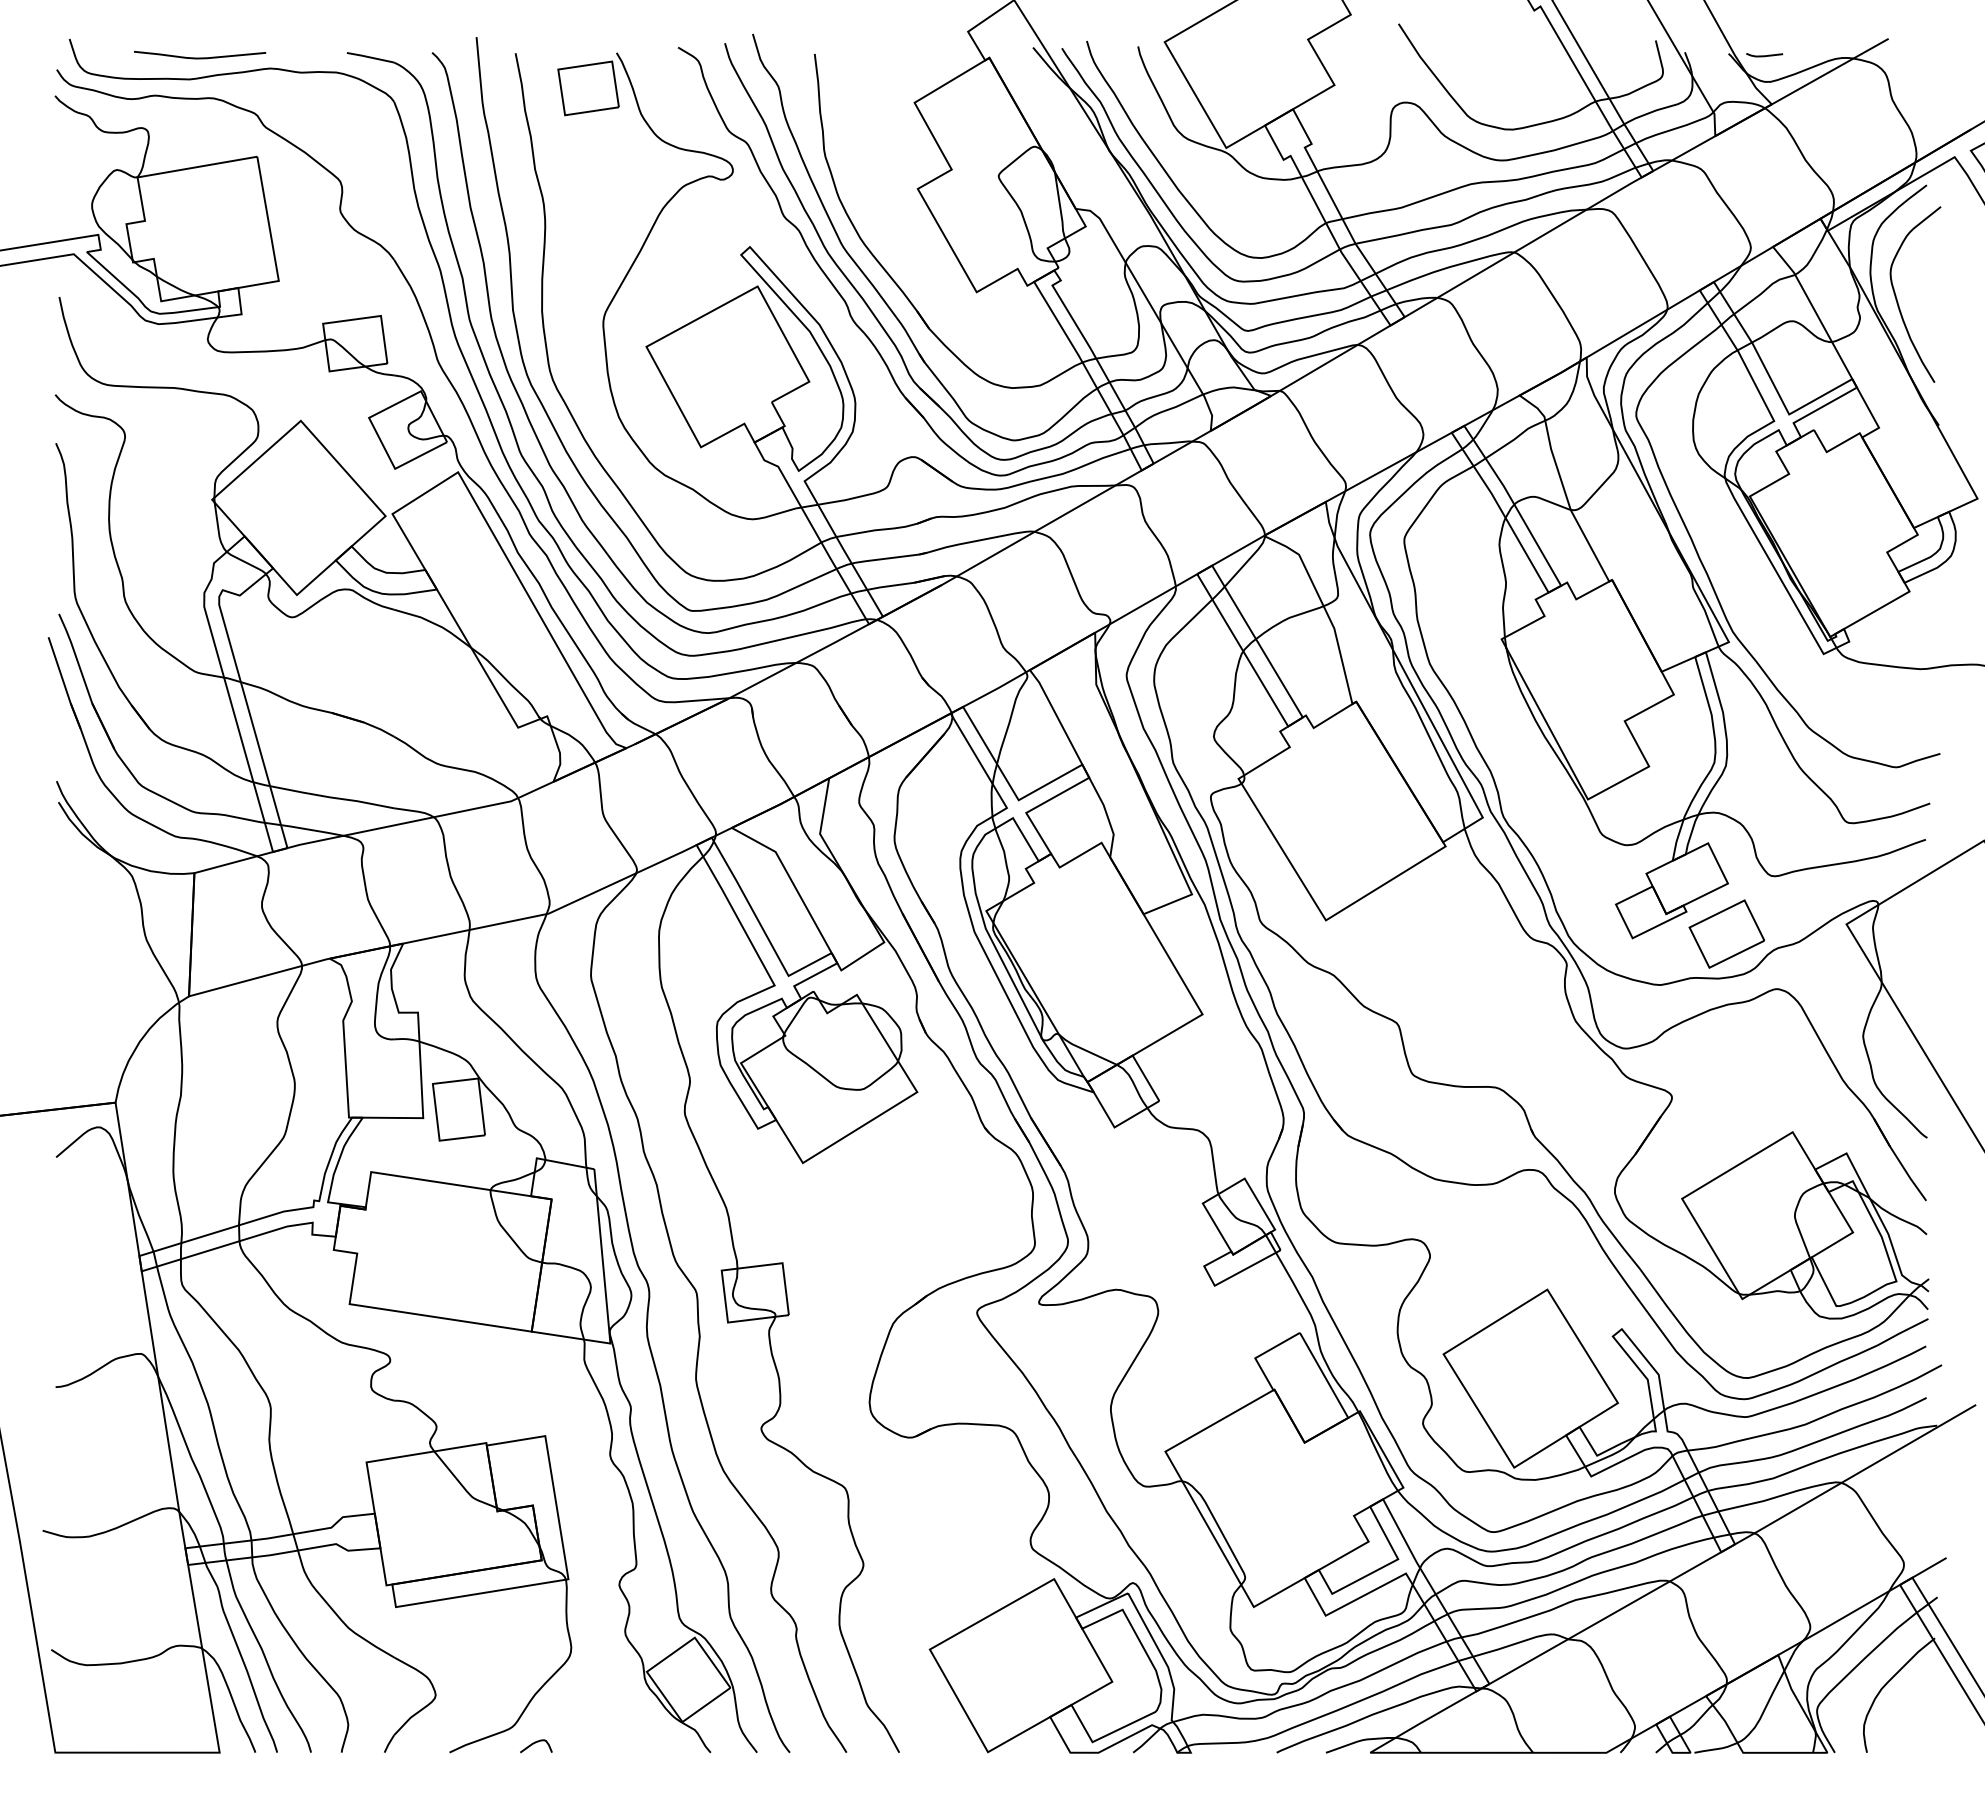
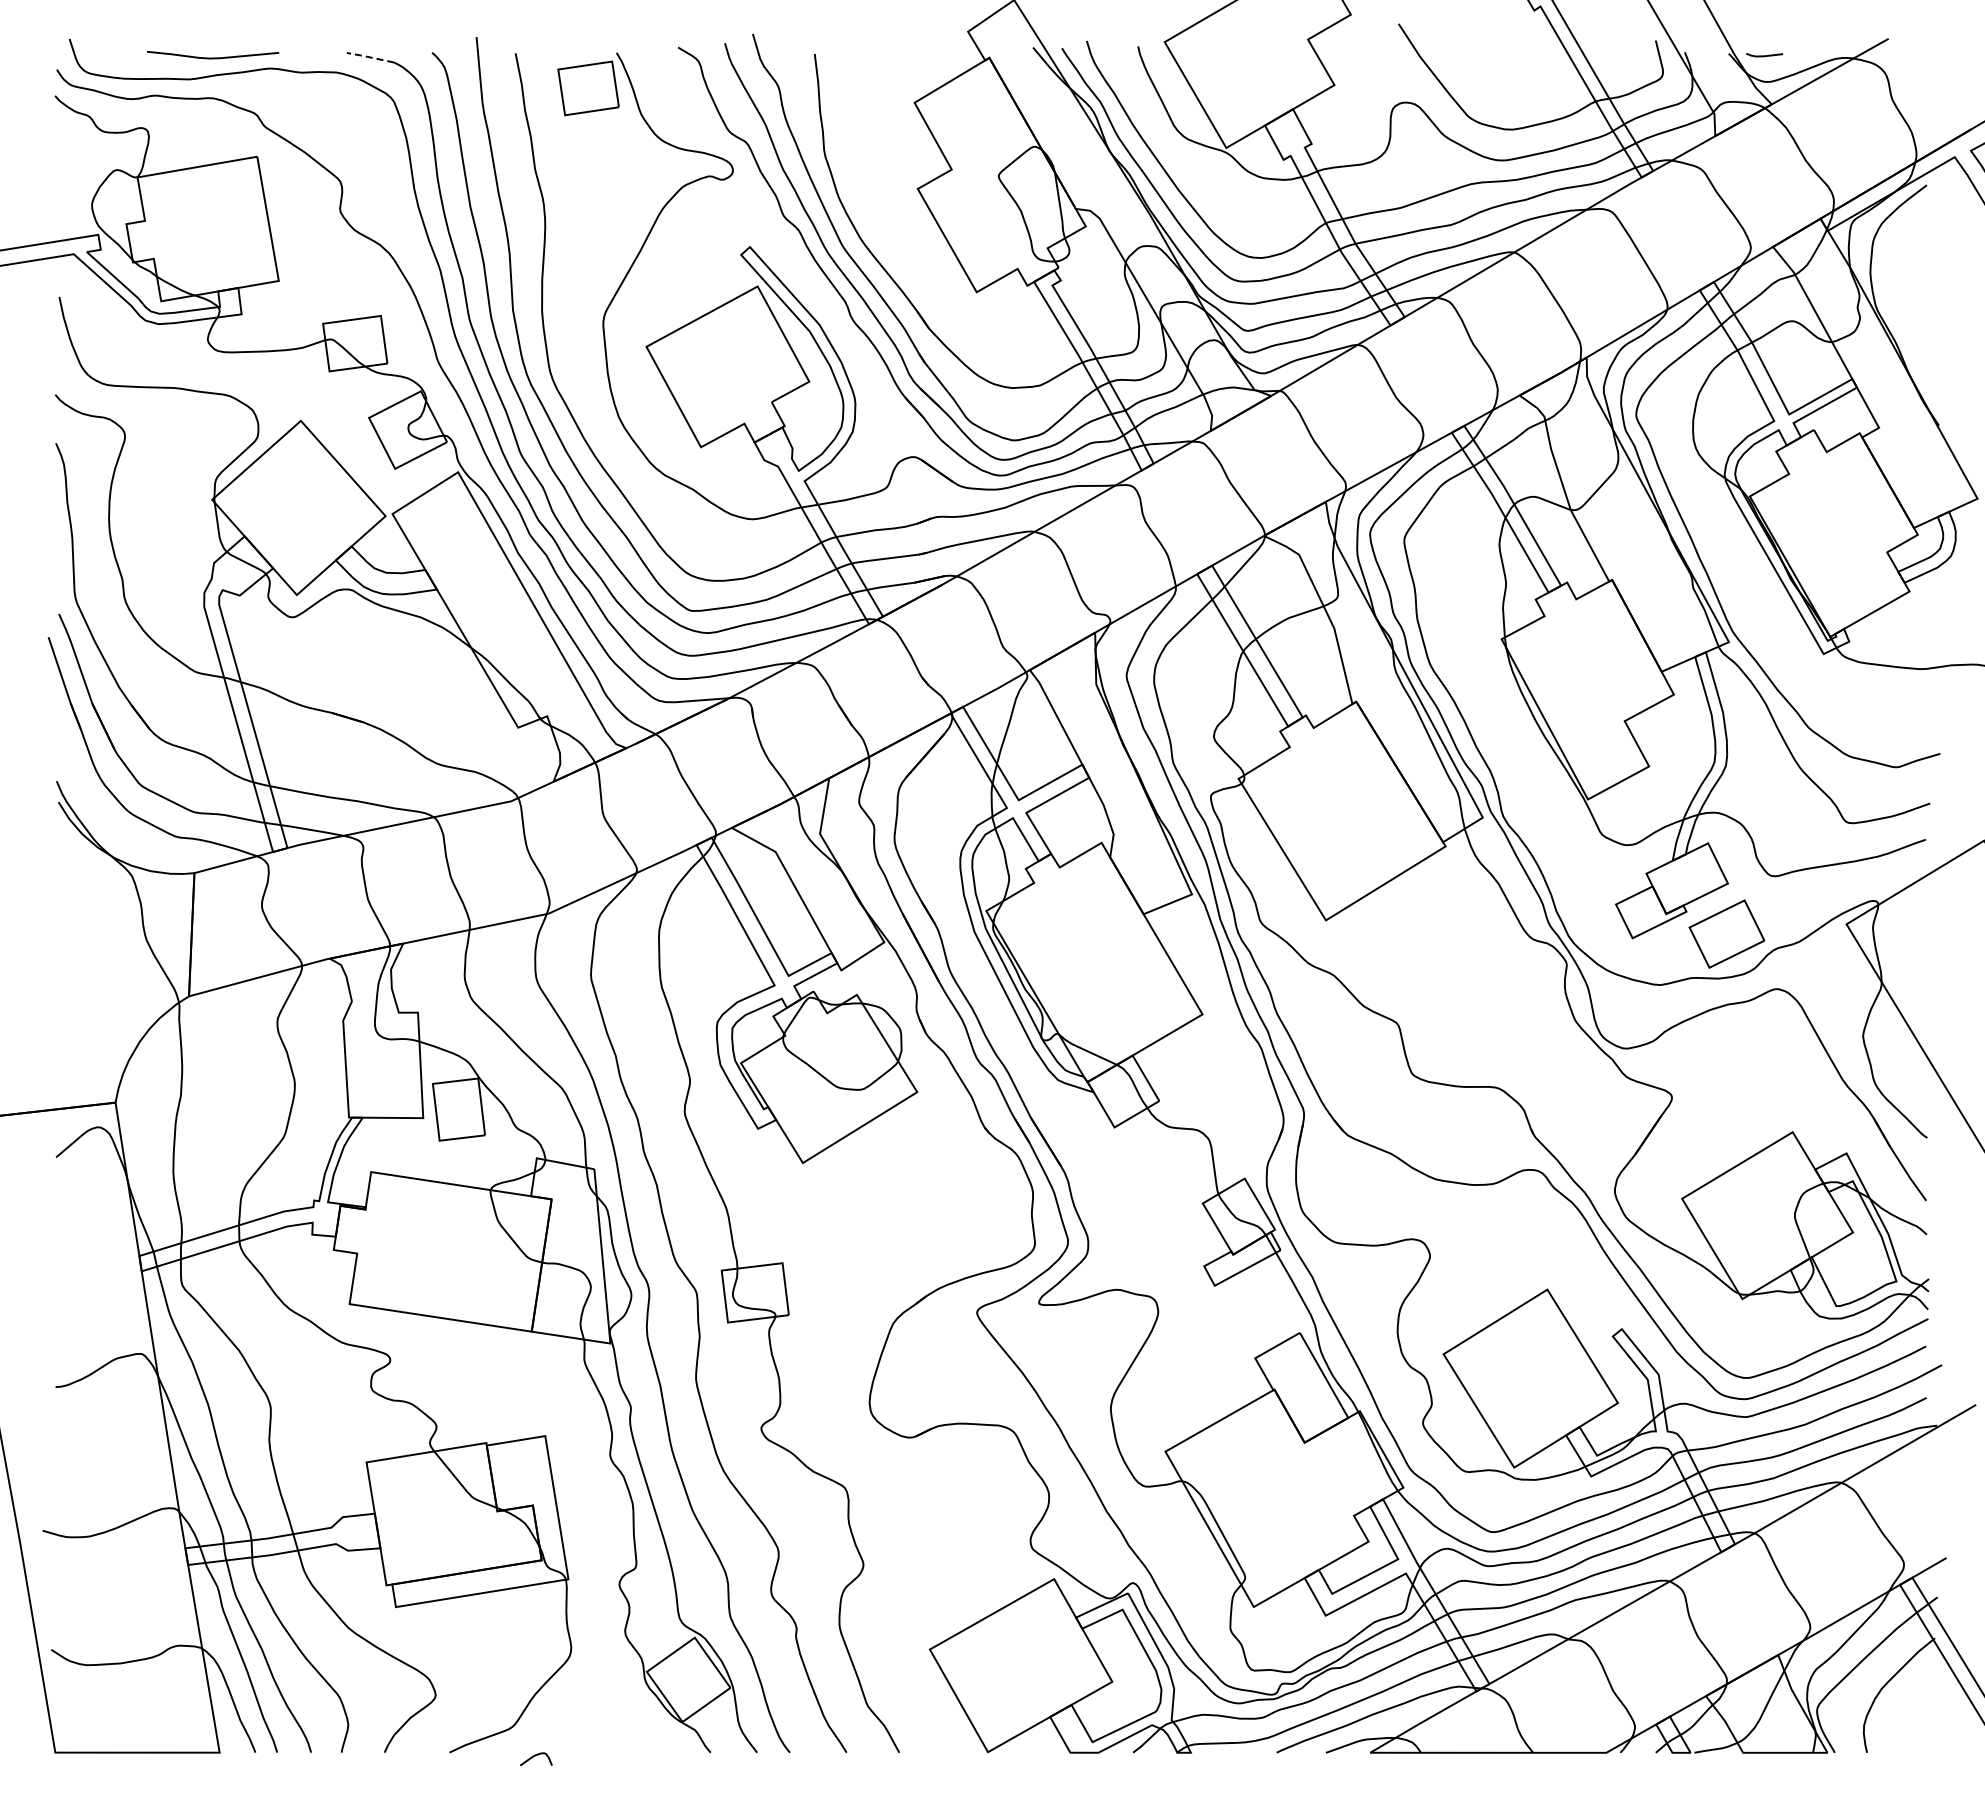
curve at (200, 57) position: (200, 57) -> (213, 57)
line at (369, 57): solid -> dashed
curve at (1897, 298): present -> none
curve at (535, 1743) position: (535, 1743) -> (535, 1756)
